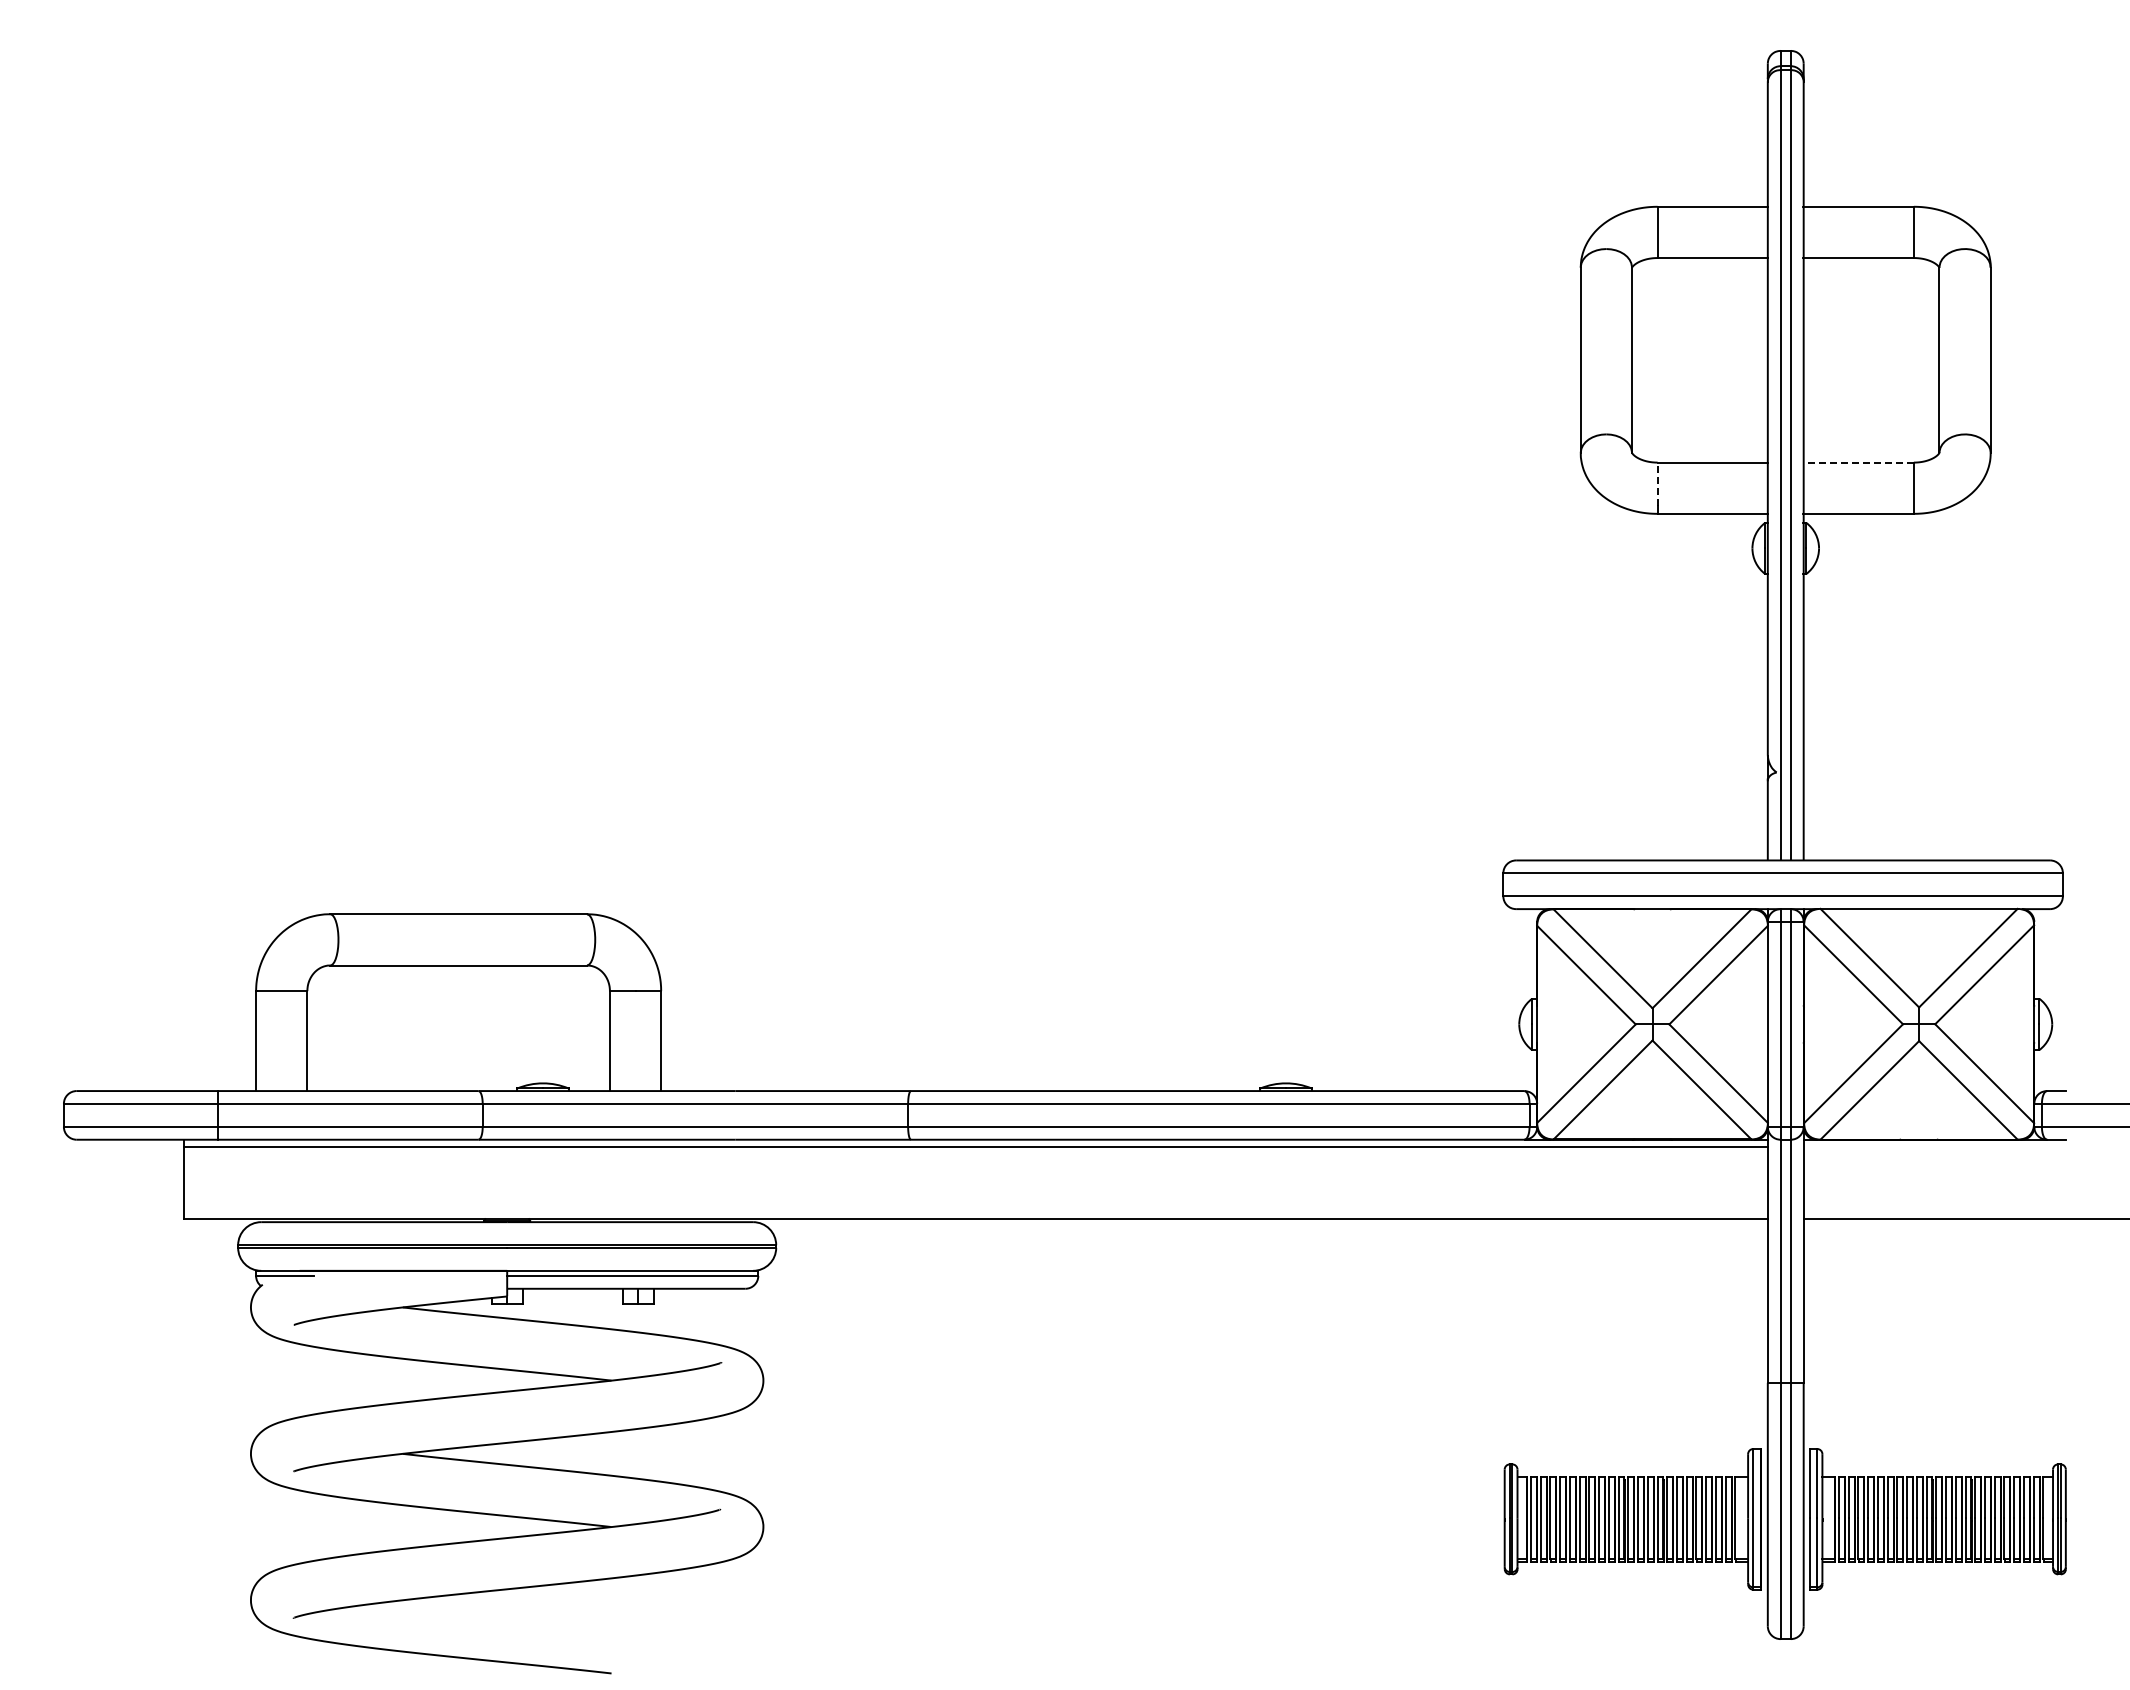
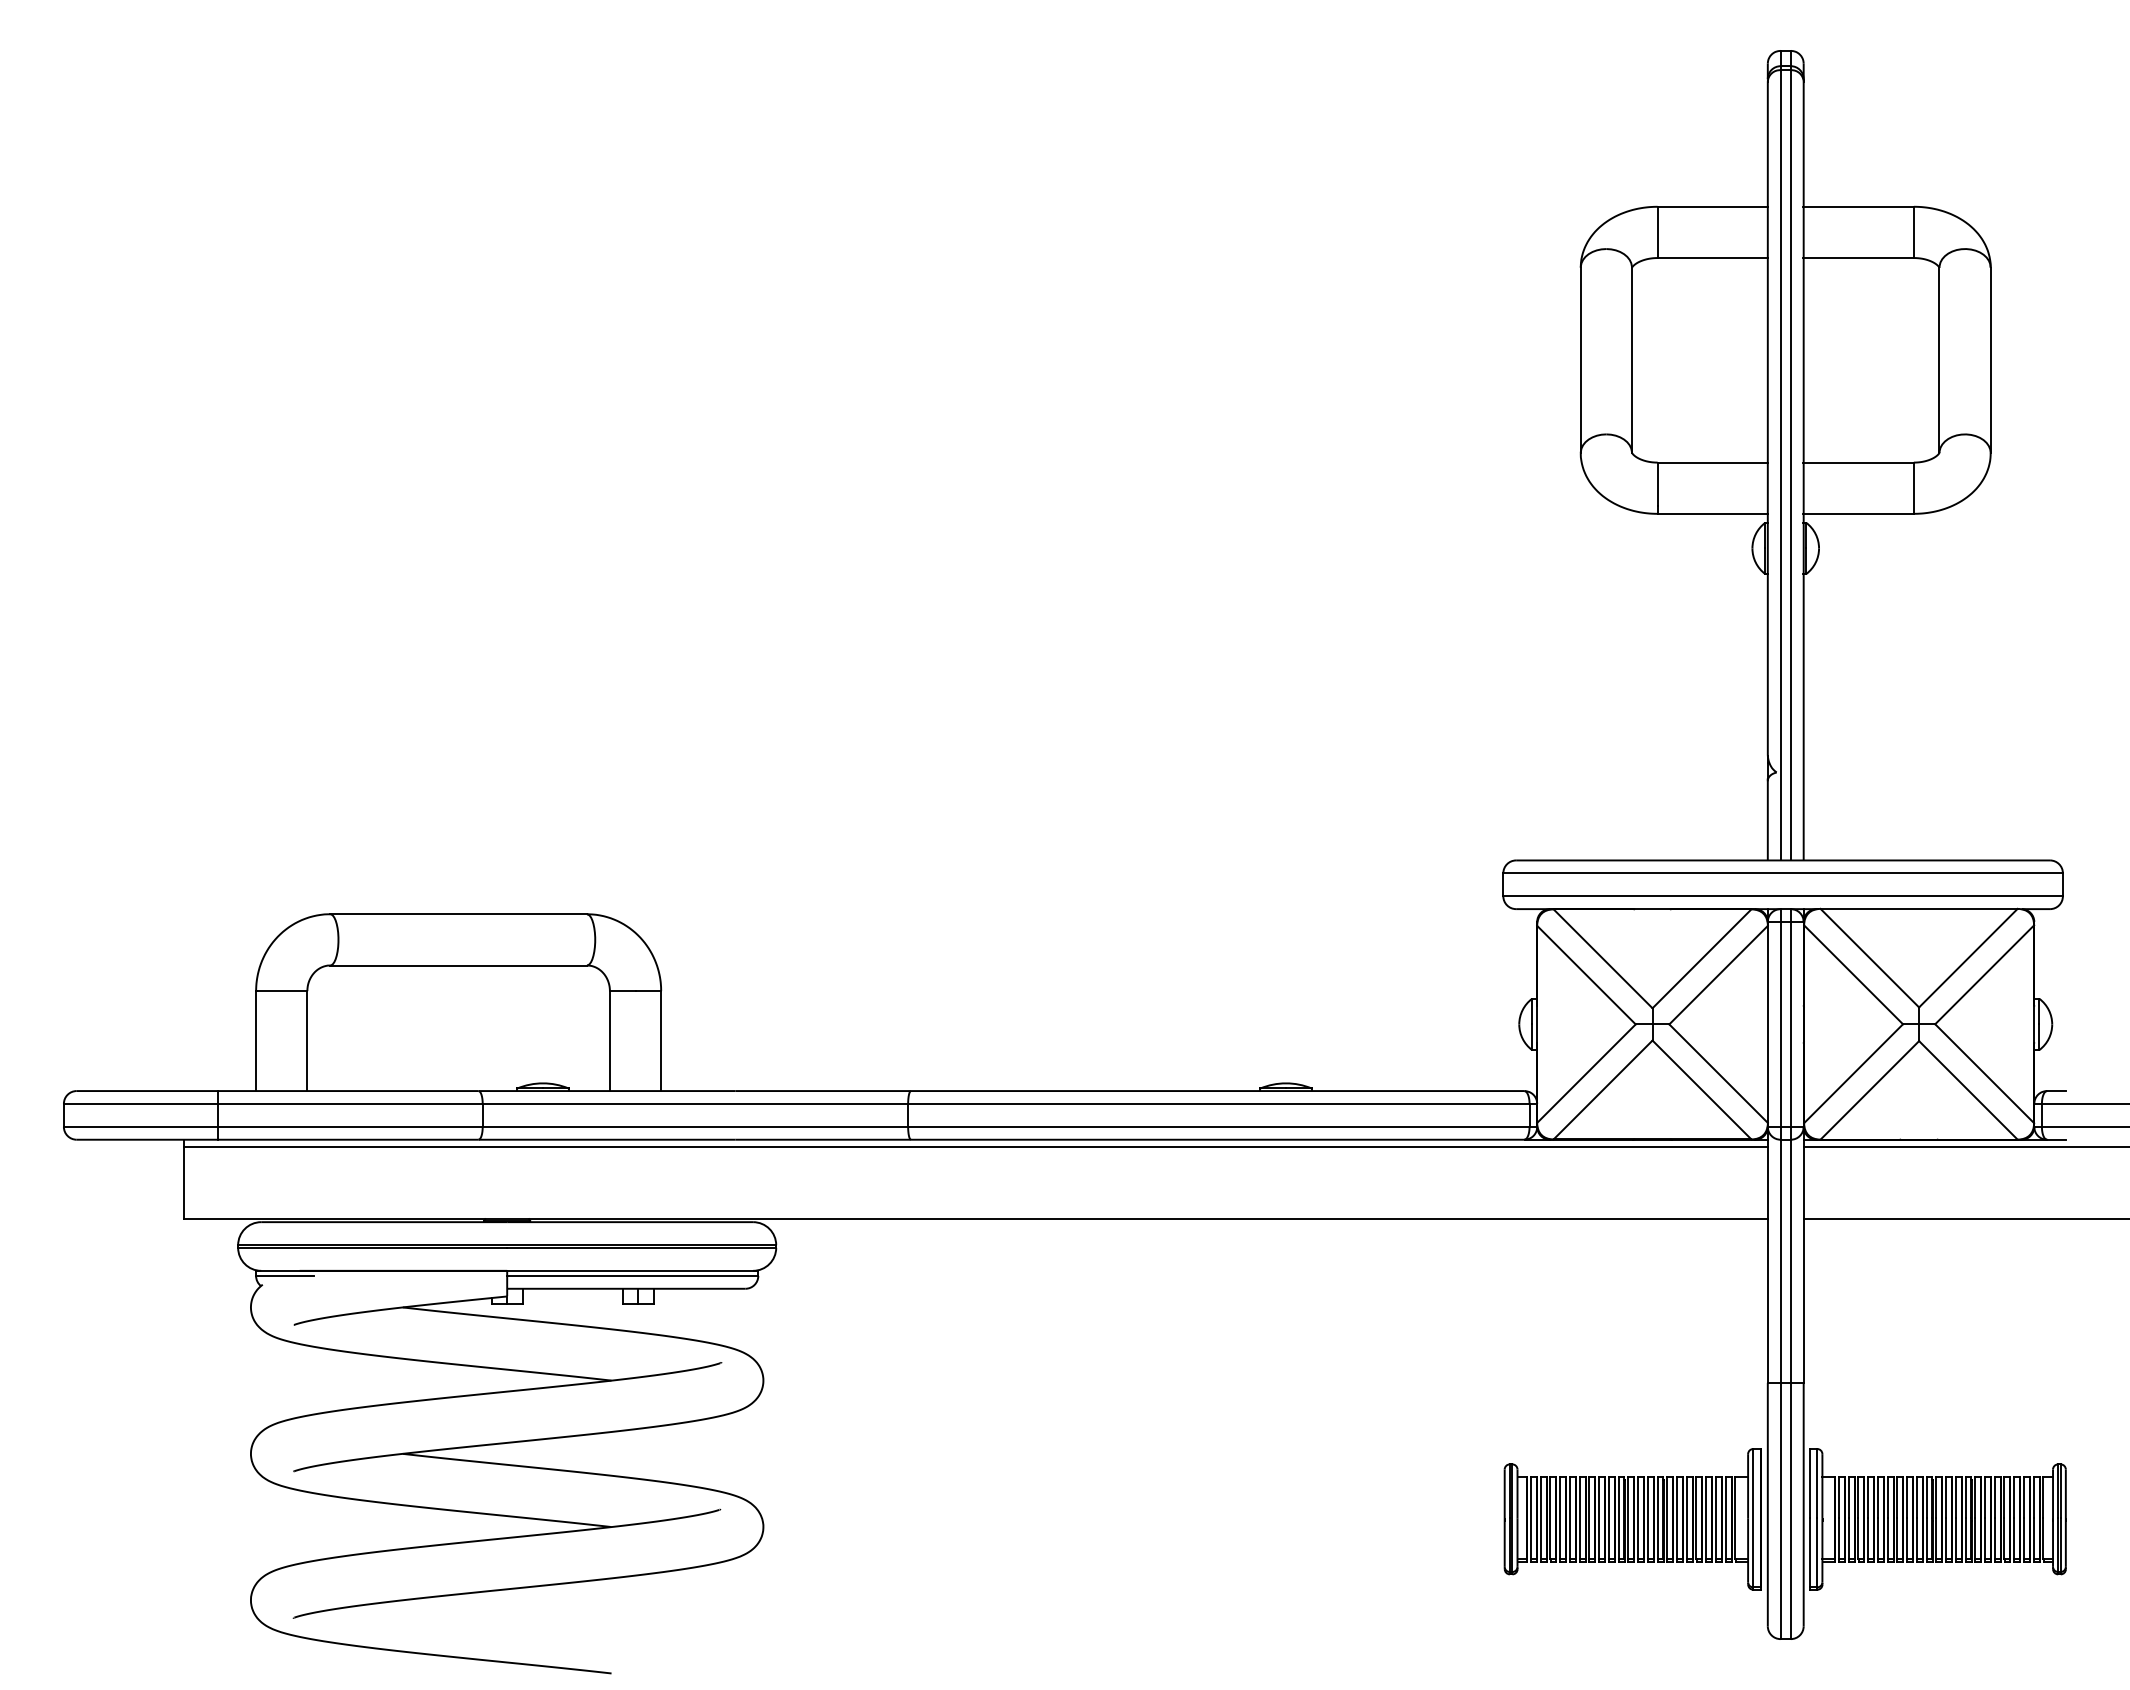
line at (1858, 462): dashed -> solid
line at (1657, 484): dashed -> solid
line at (1964, 1147): none -> present
